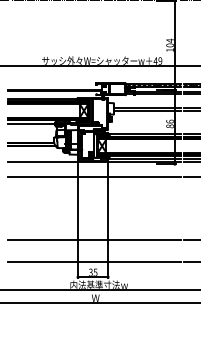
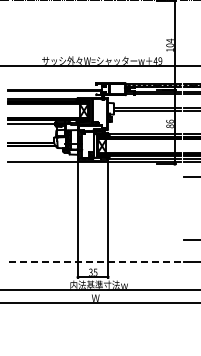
line at (94, 177): present -> none
line at (94, 239): present -> none
line at (94, 261): solid -> dashed
